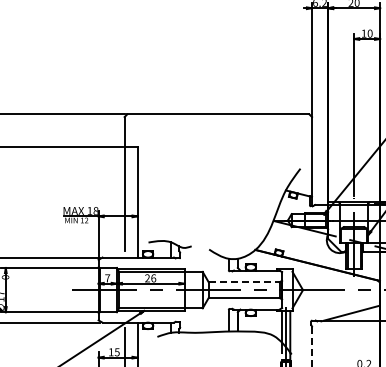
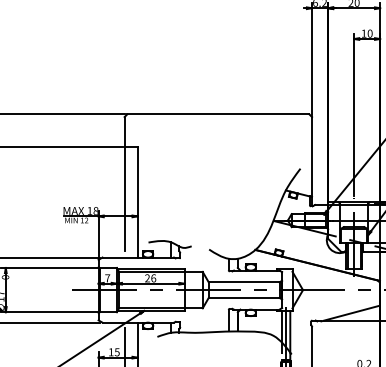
line at (244, 282): dashed -> solid
line at (312, 346): dashed -> solid
